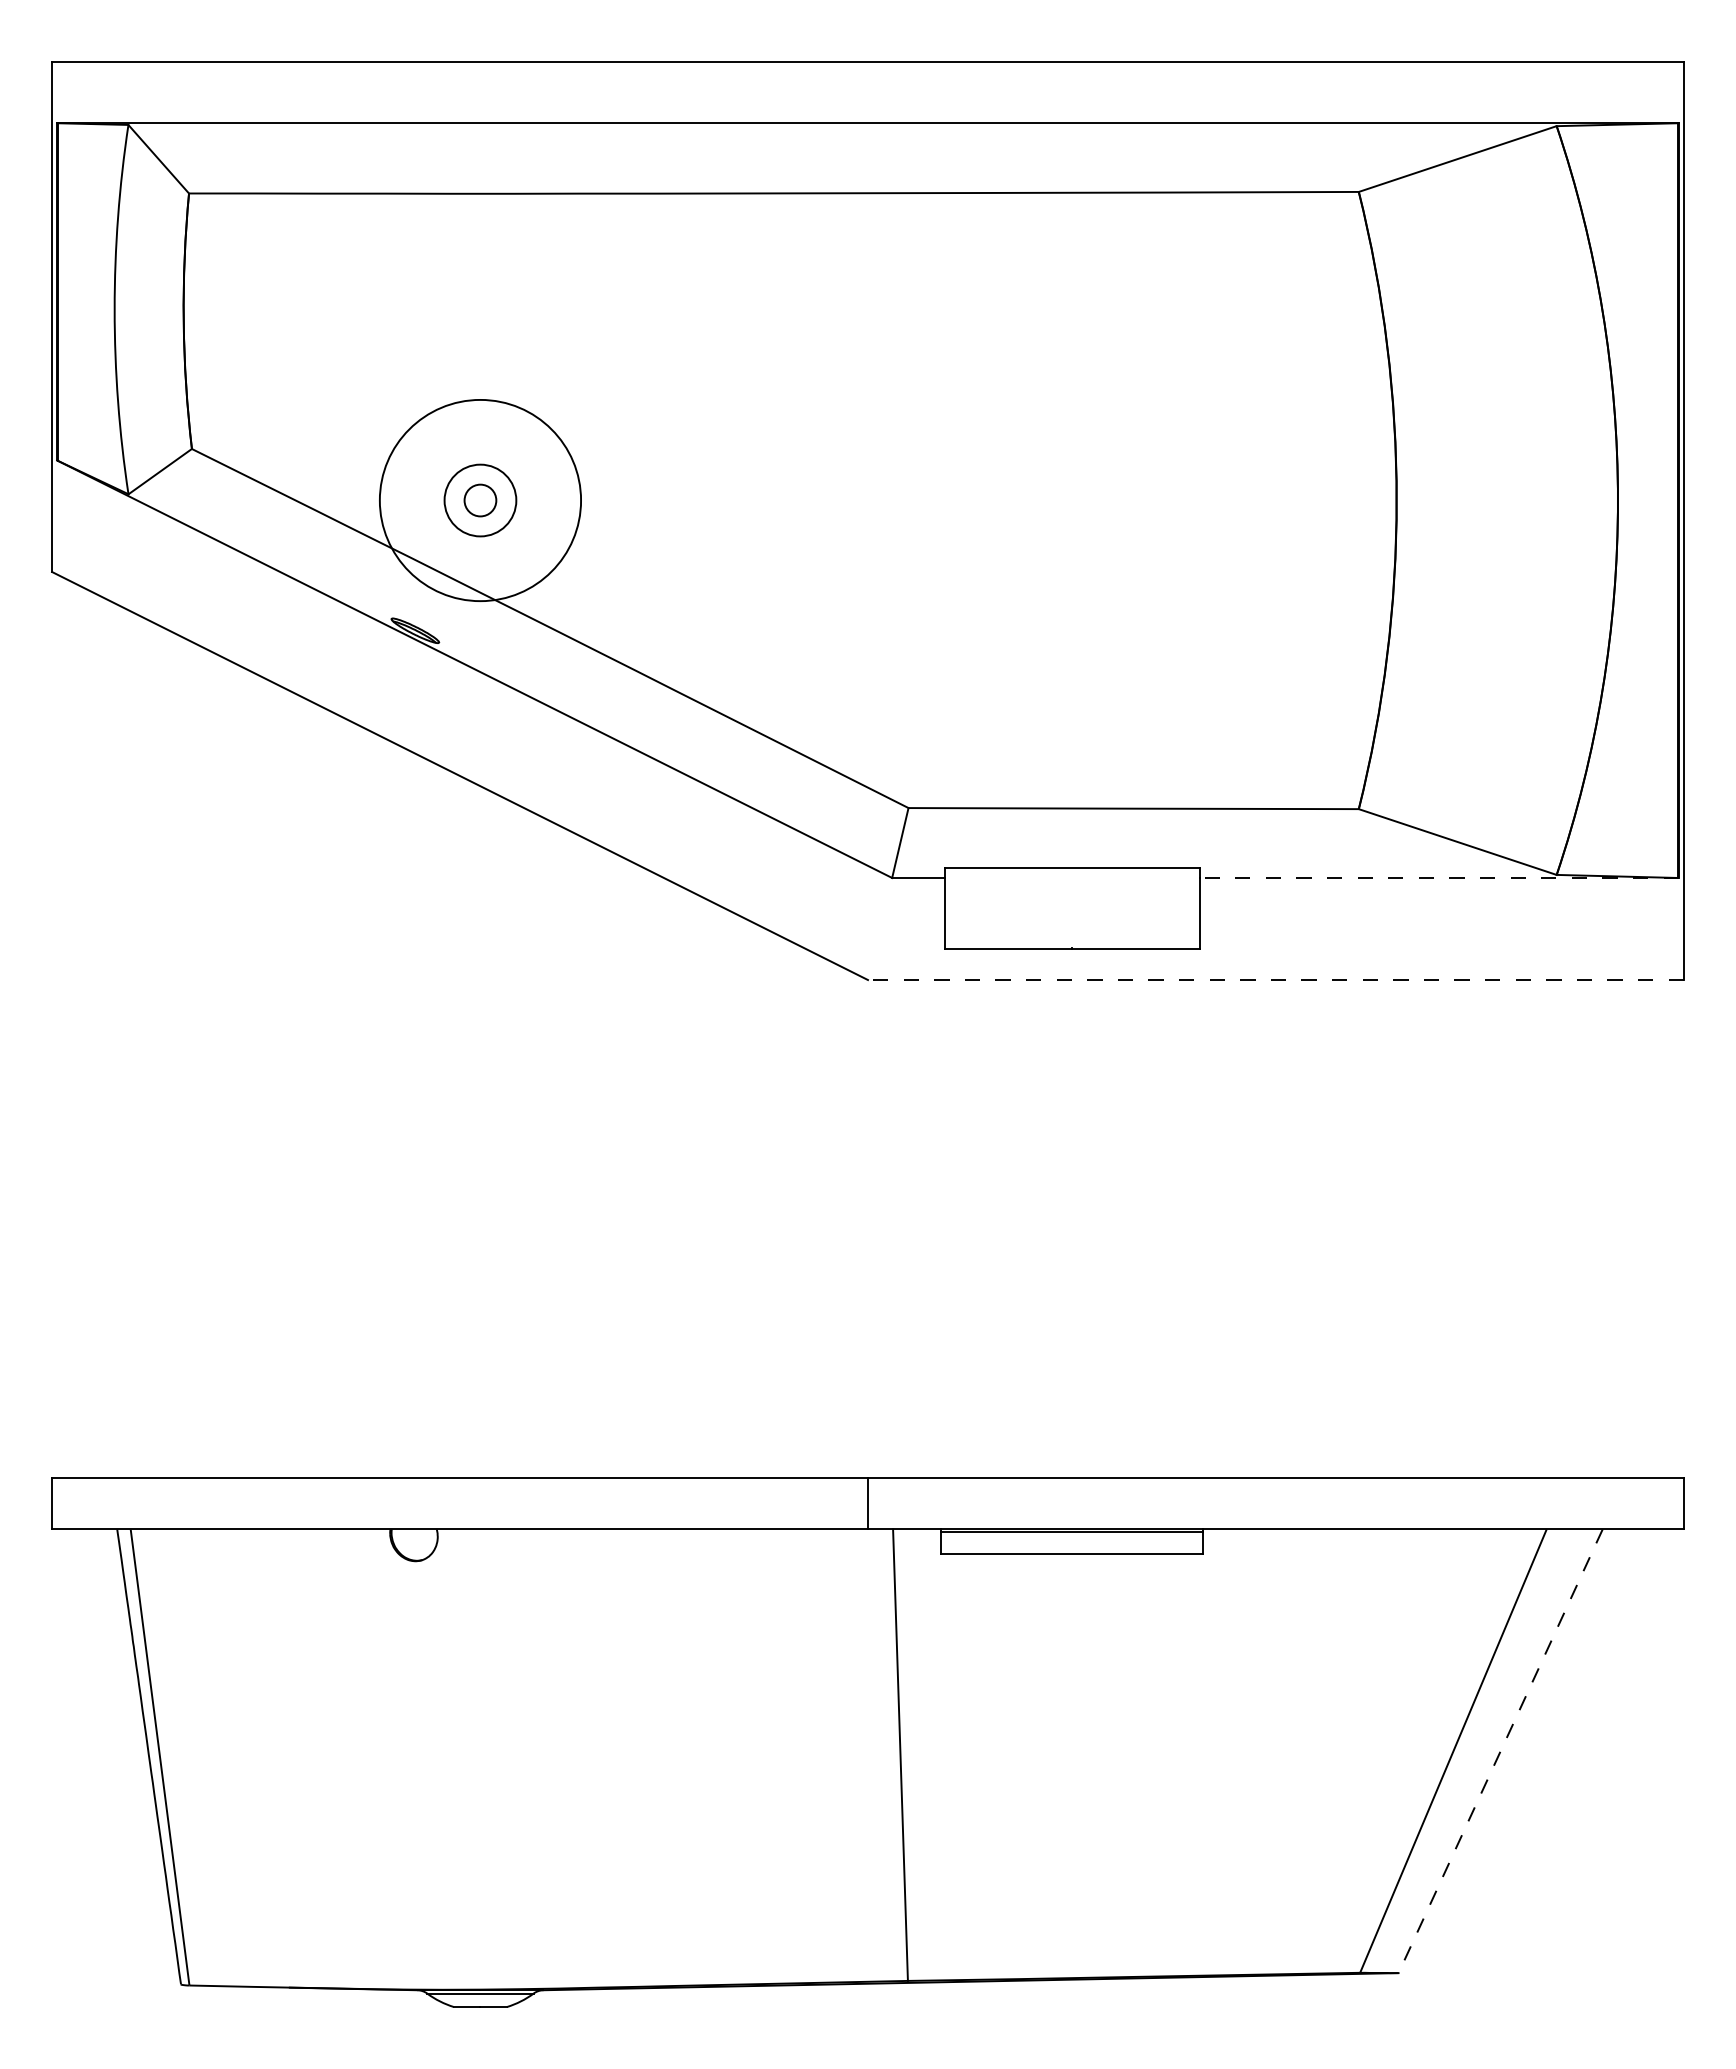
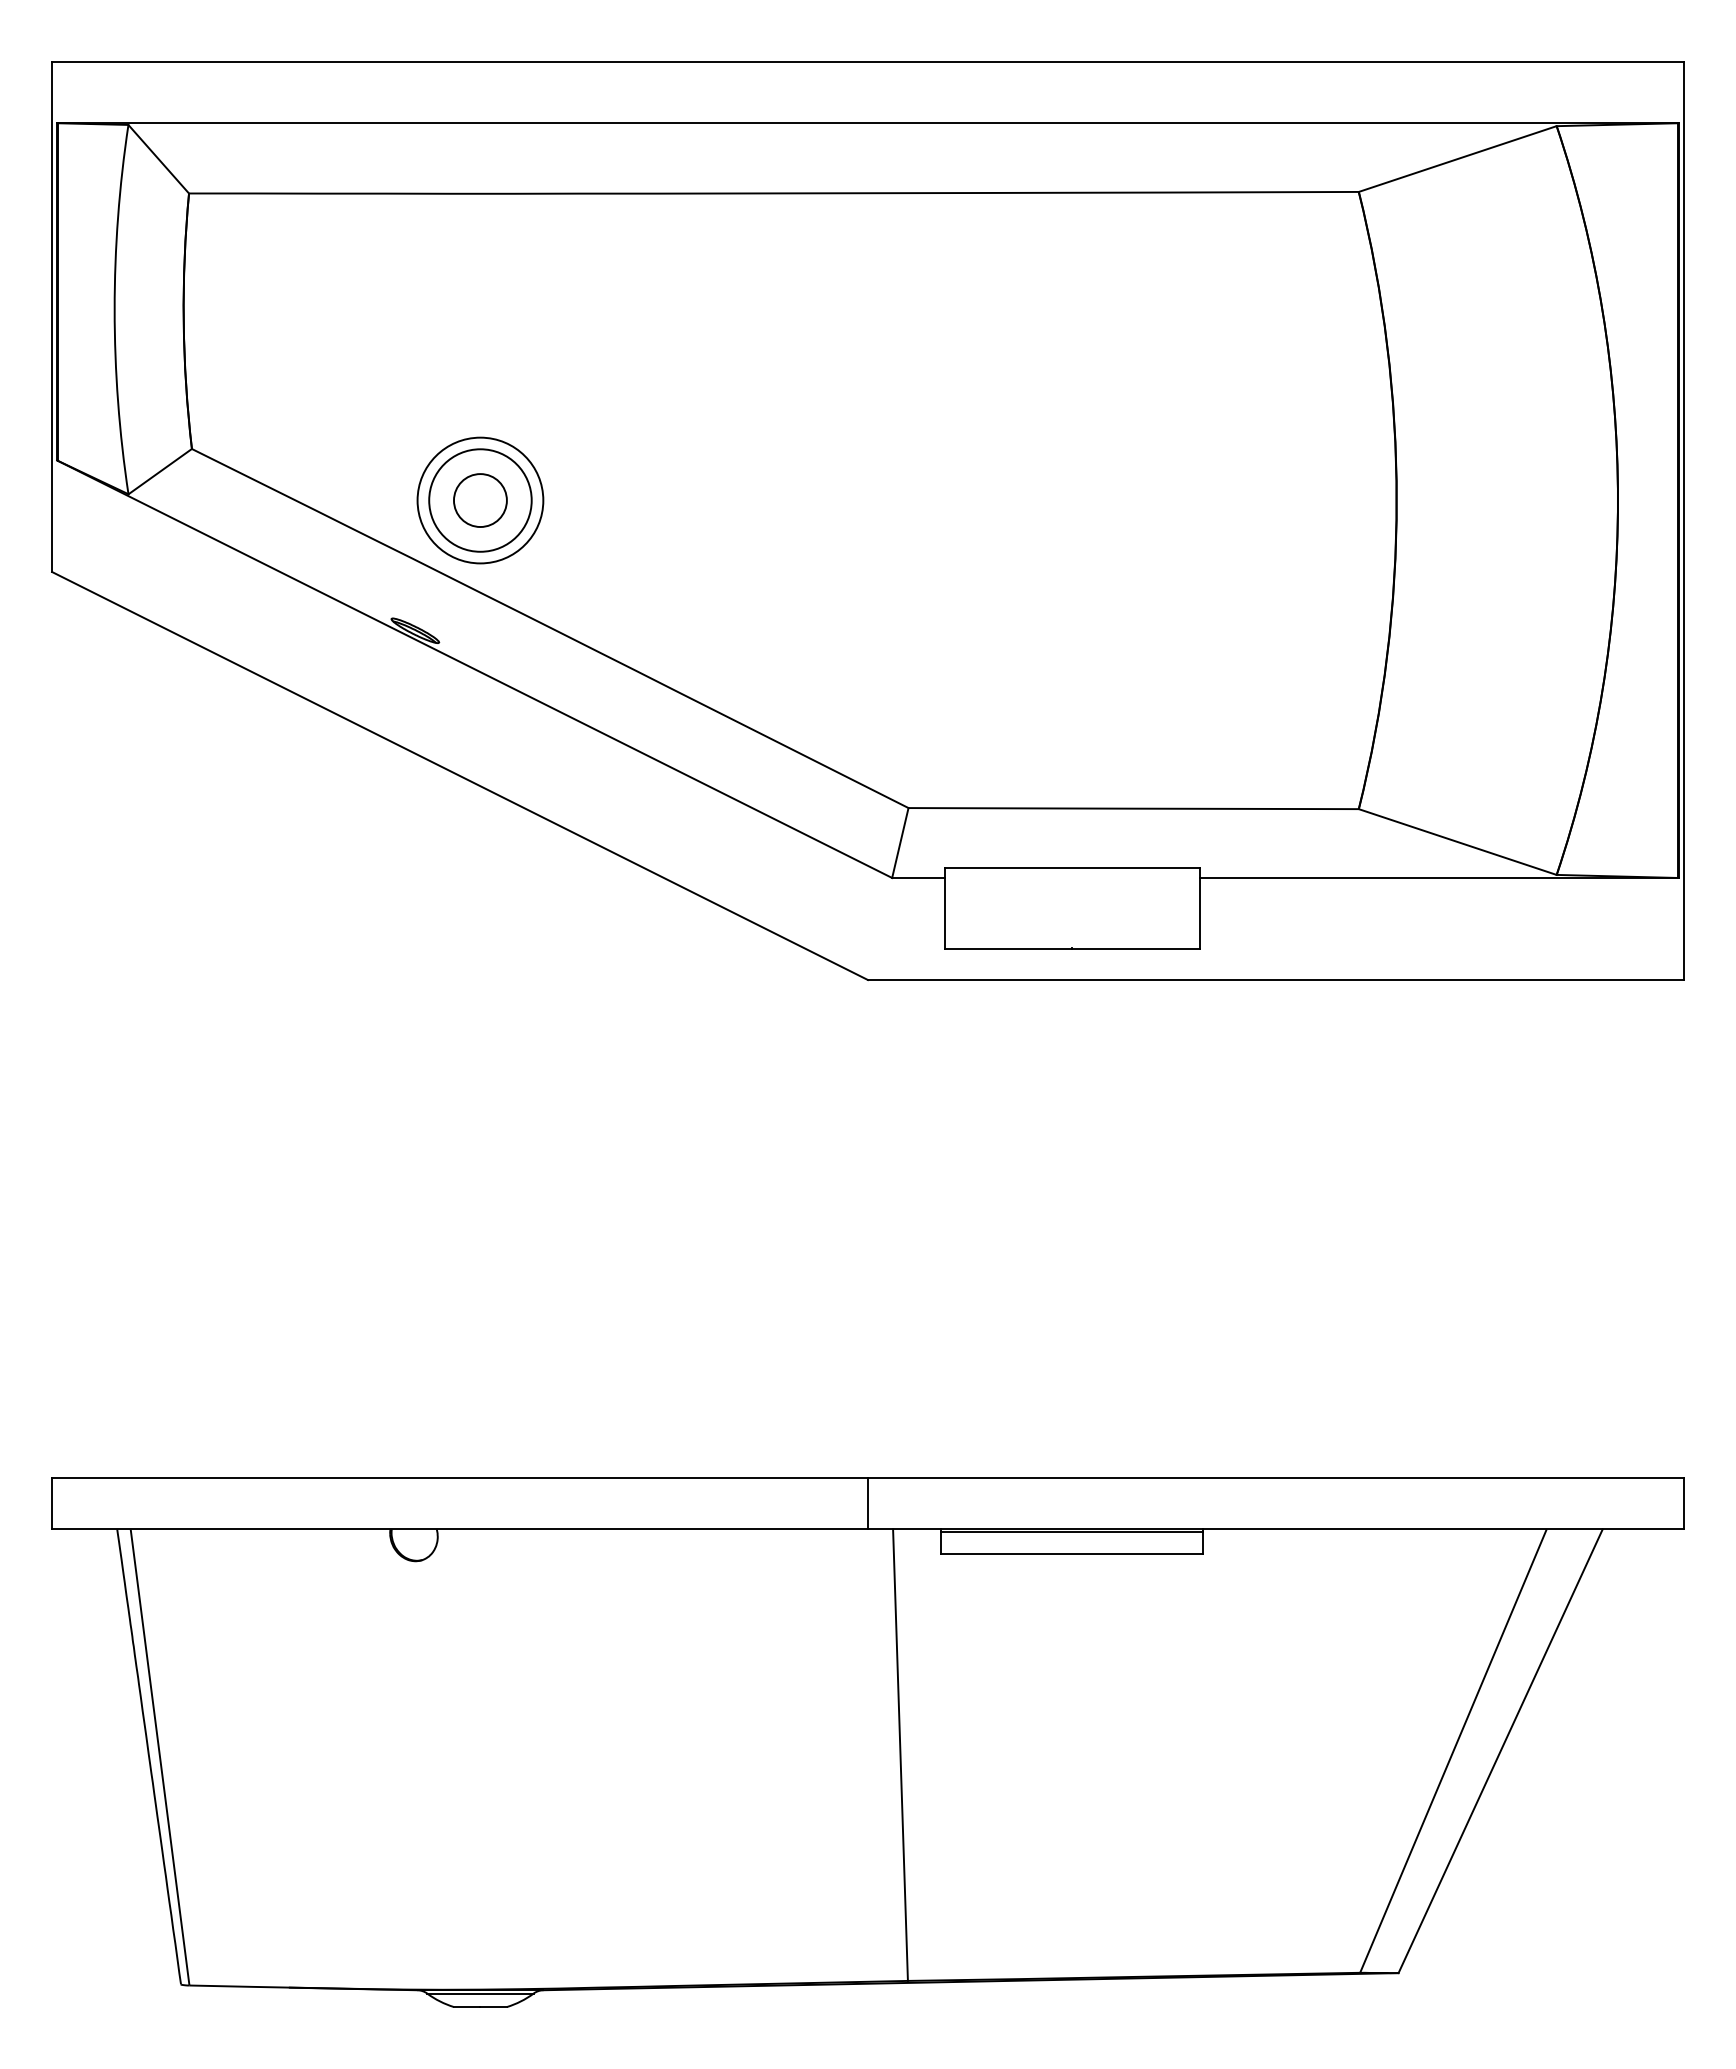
circle at (480, 500) diameter: 201 px -> 126 px
circle at (480, 500) diameter: 32 px -> 53 px
circle at (480, 500) diameter: 72 px -> 103 px
line at (1439, 877): dashed -> solid
line at (1275, 980): dashed -> solid
line at (1500, 1751): dashed -> solid
